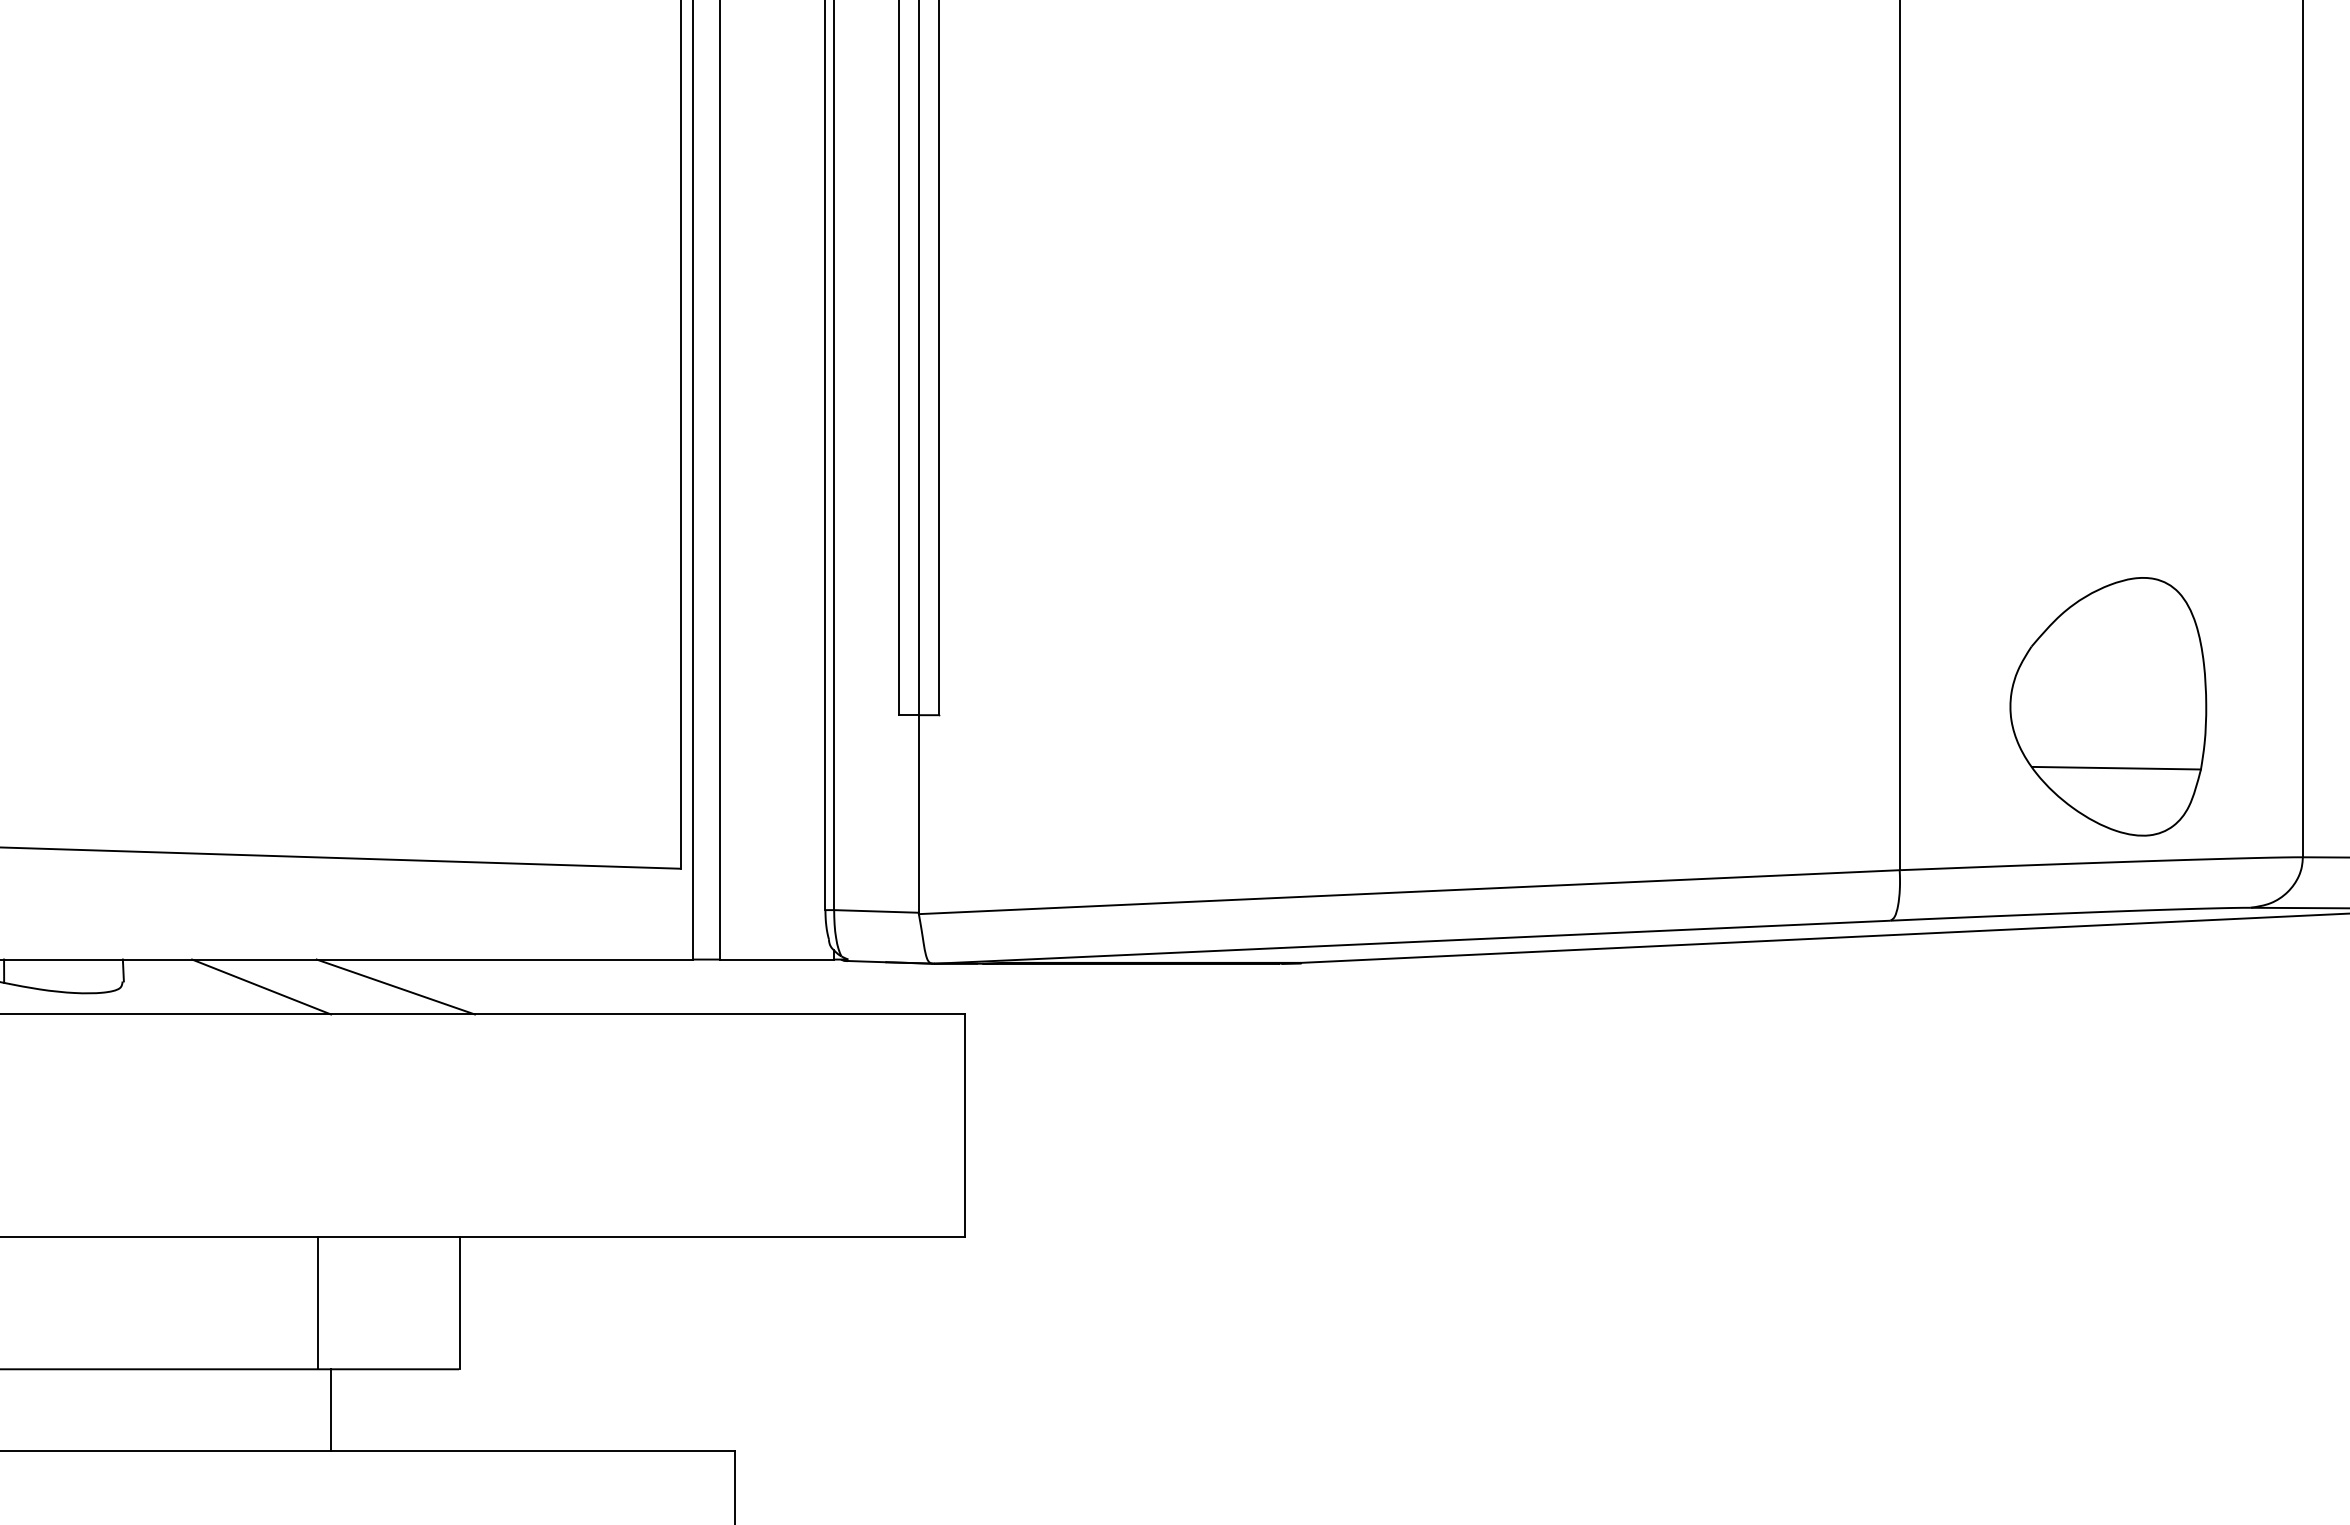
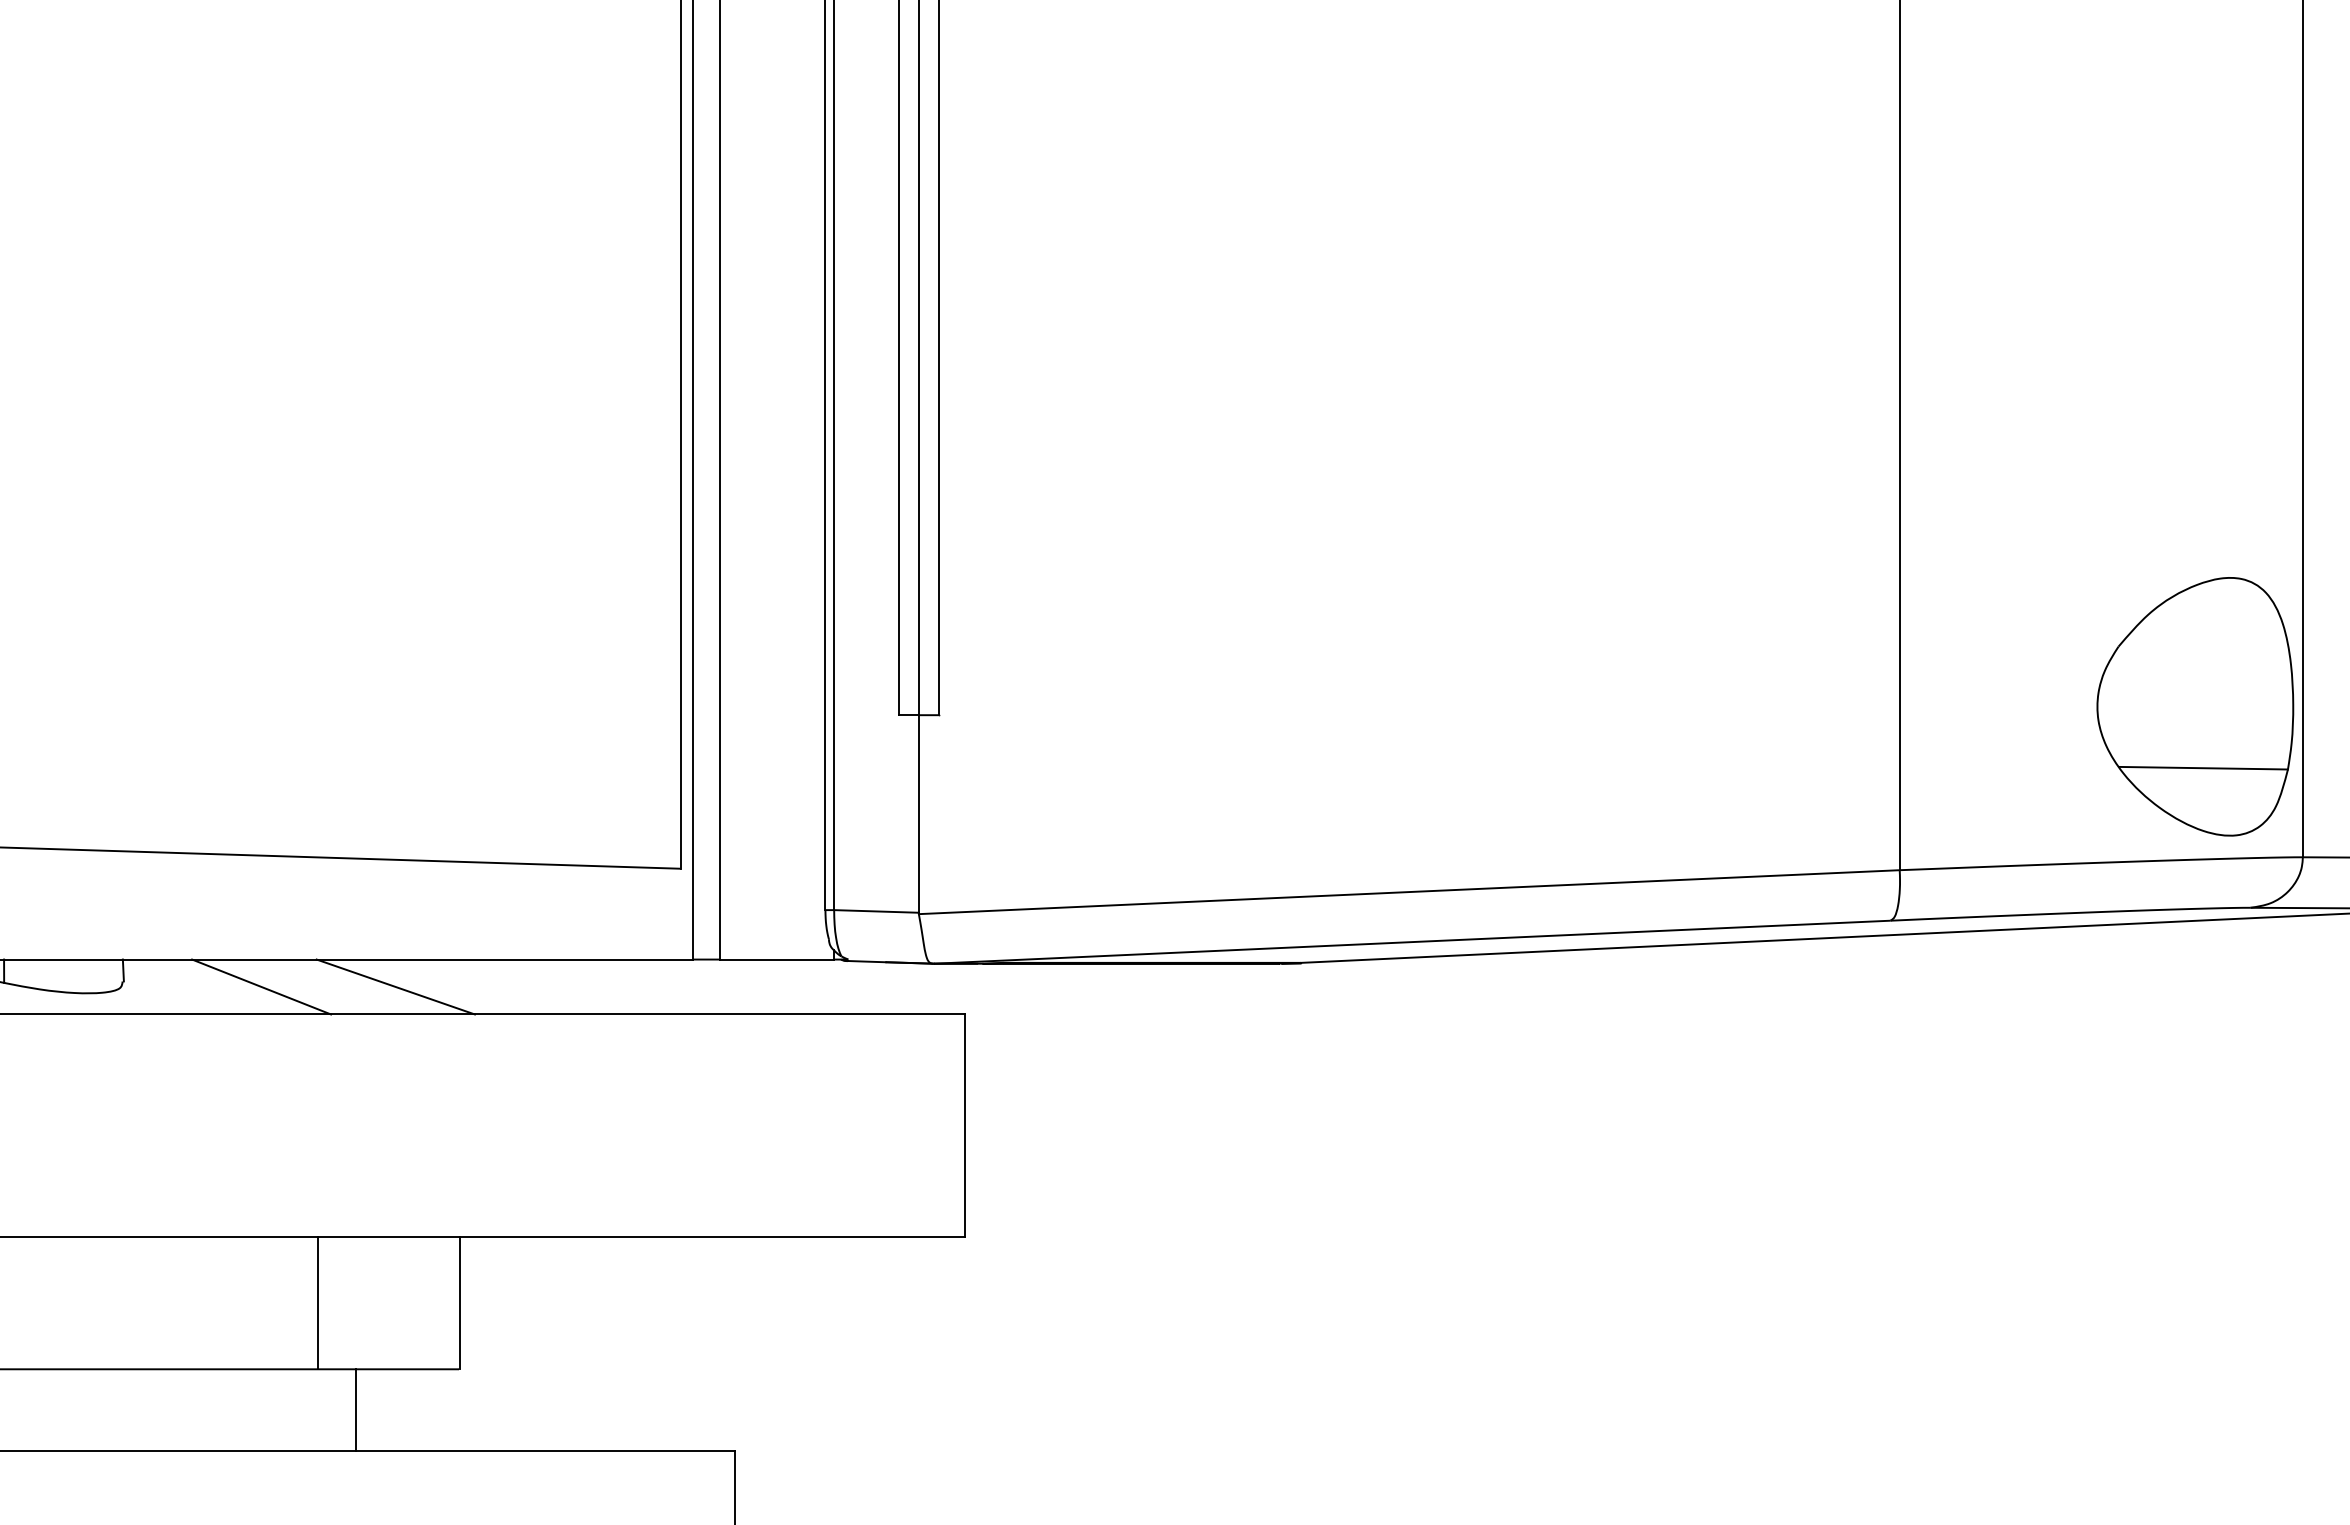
part at (2108, 706) position: (2108, 706) -> (2195, 706)
line at (330, 1409) position: (330, 1409) -> (355, 1409)
